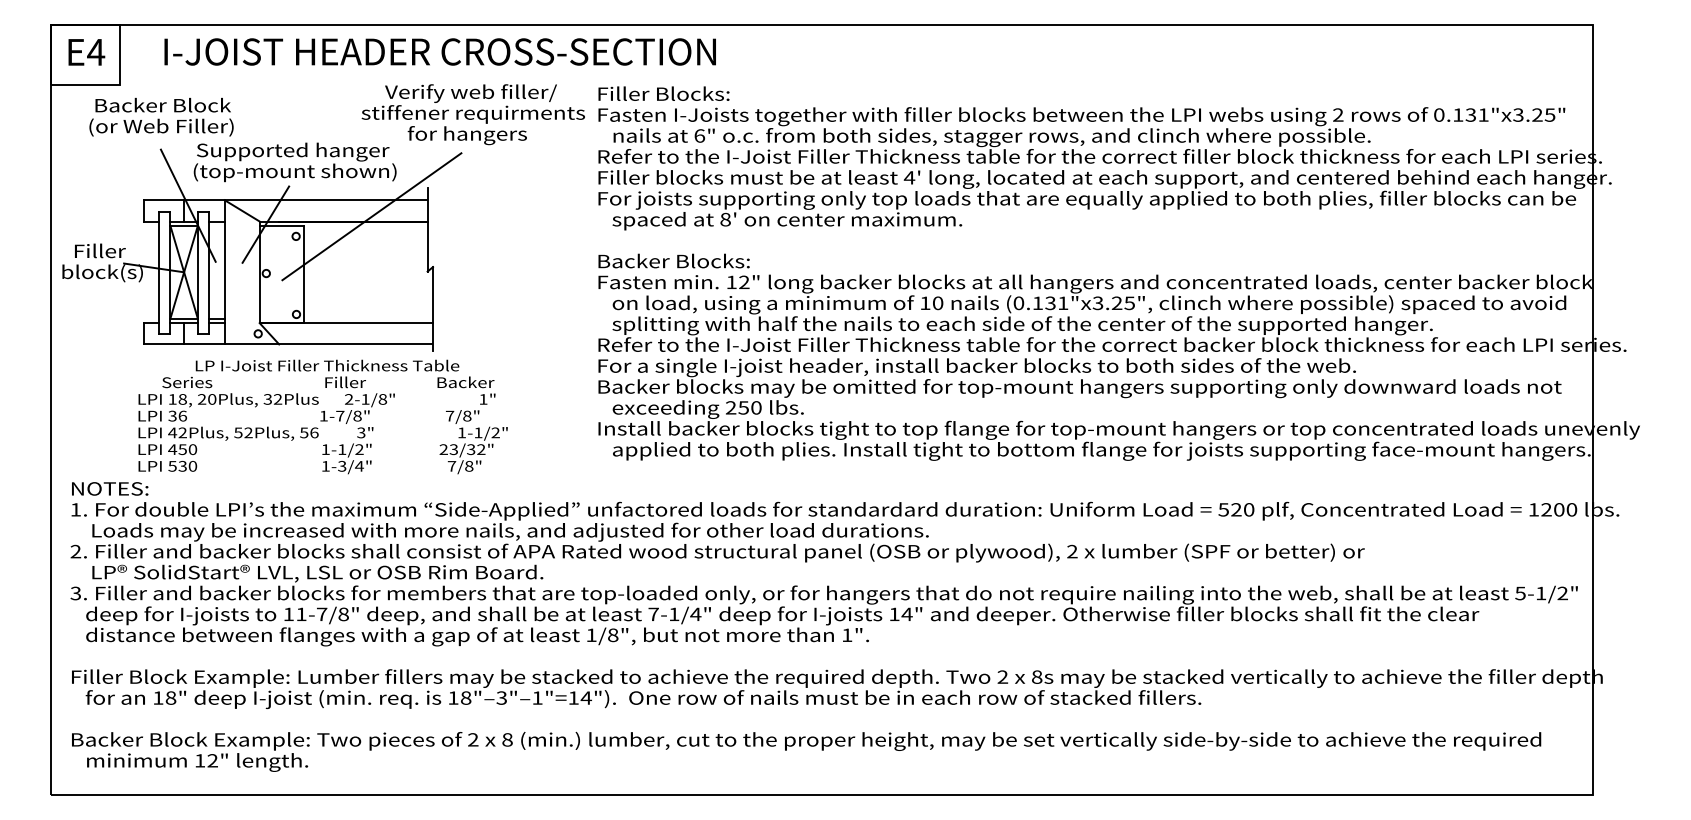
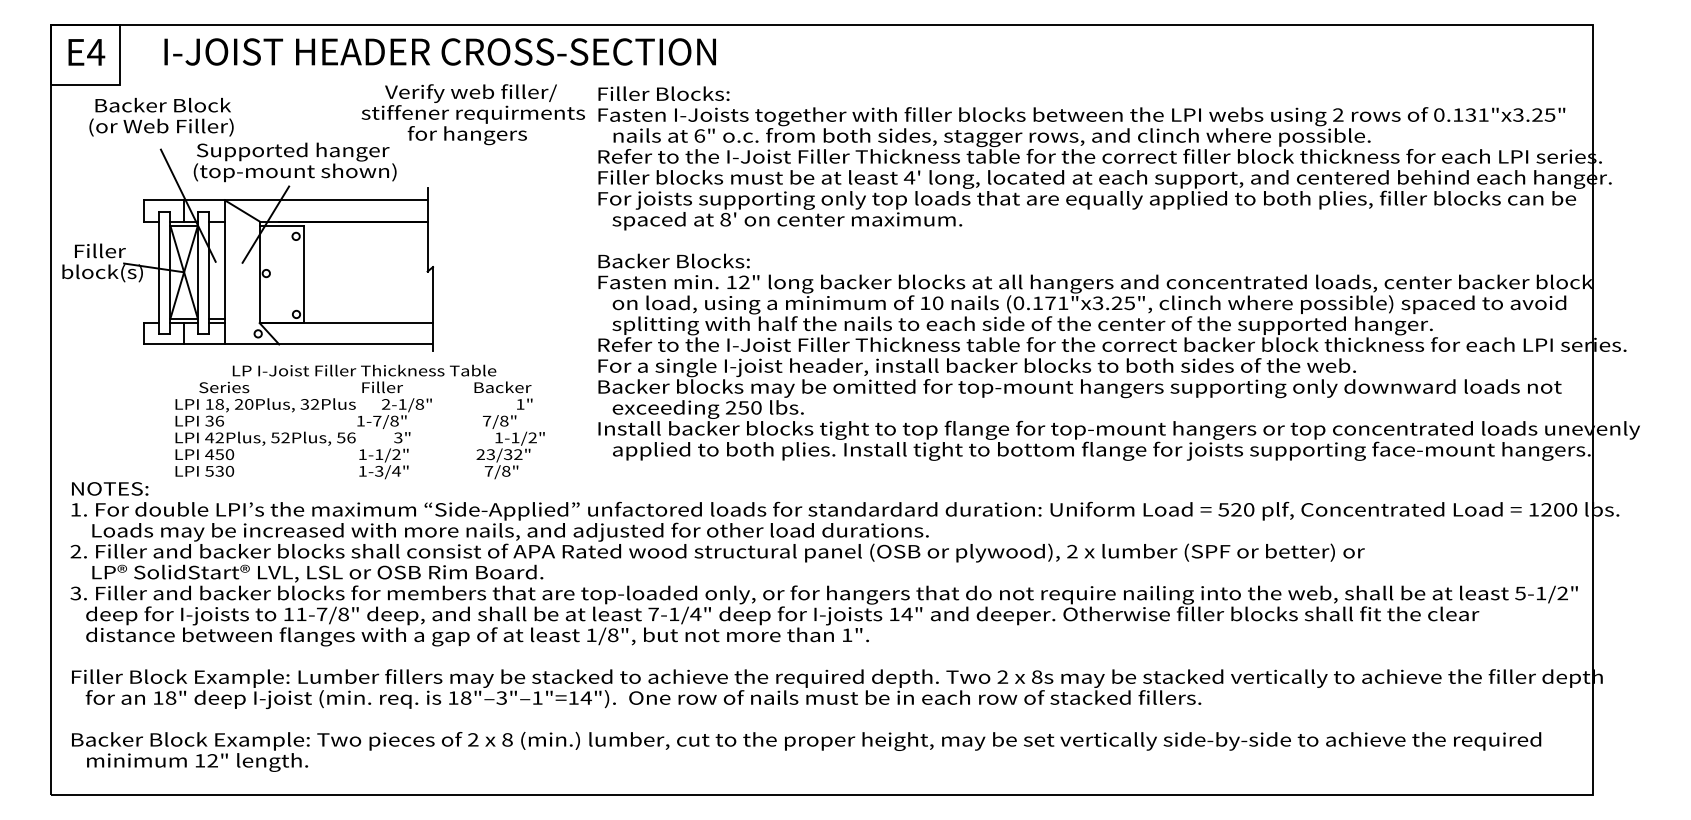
line at (371, 216): present -> none
text at (1050, 303): (0.131"x3.25", -> (0.171"x3.25",
text at (322, 416) position: (322, 416) -> (359, 421)
